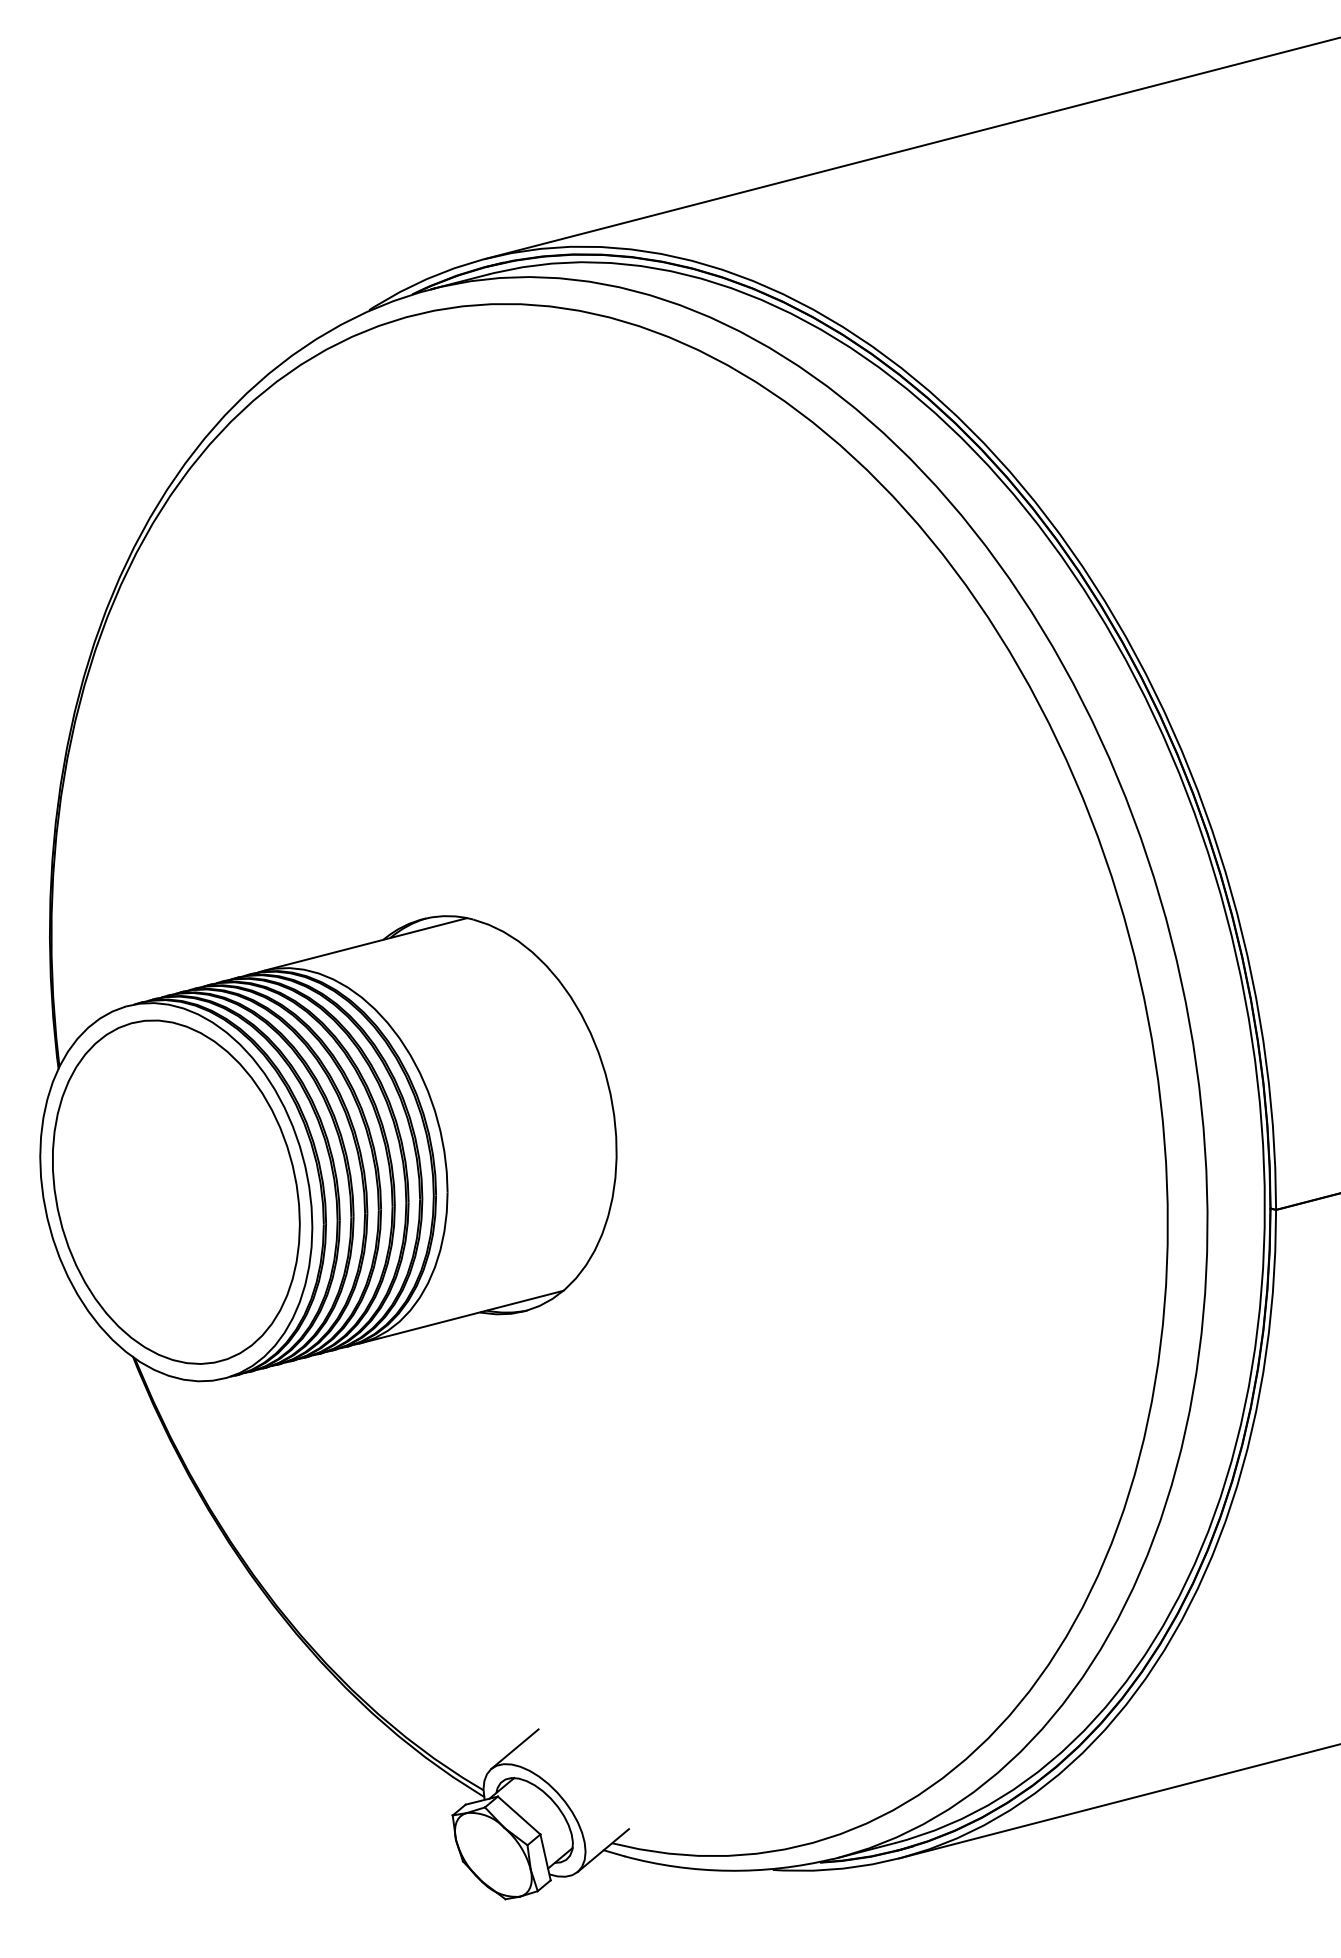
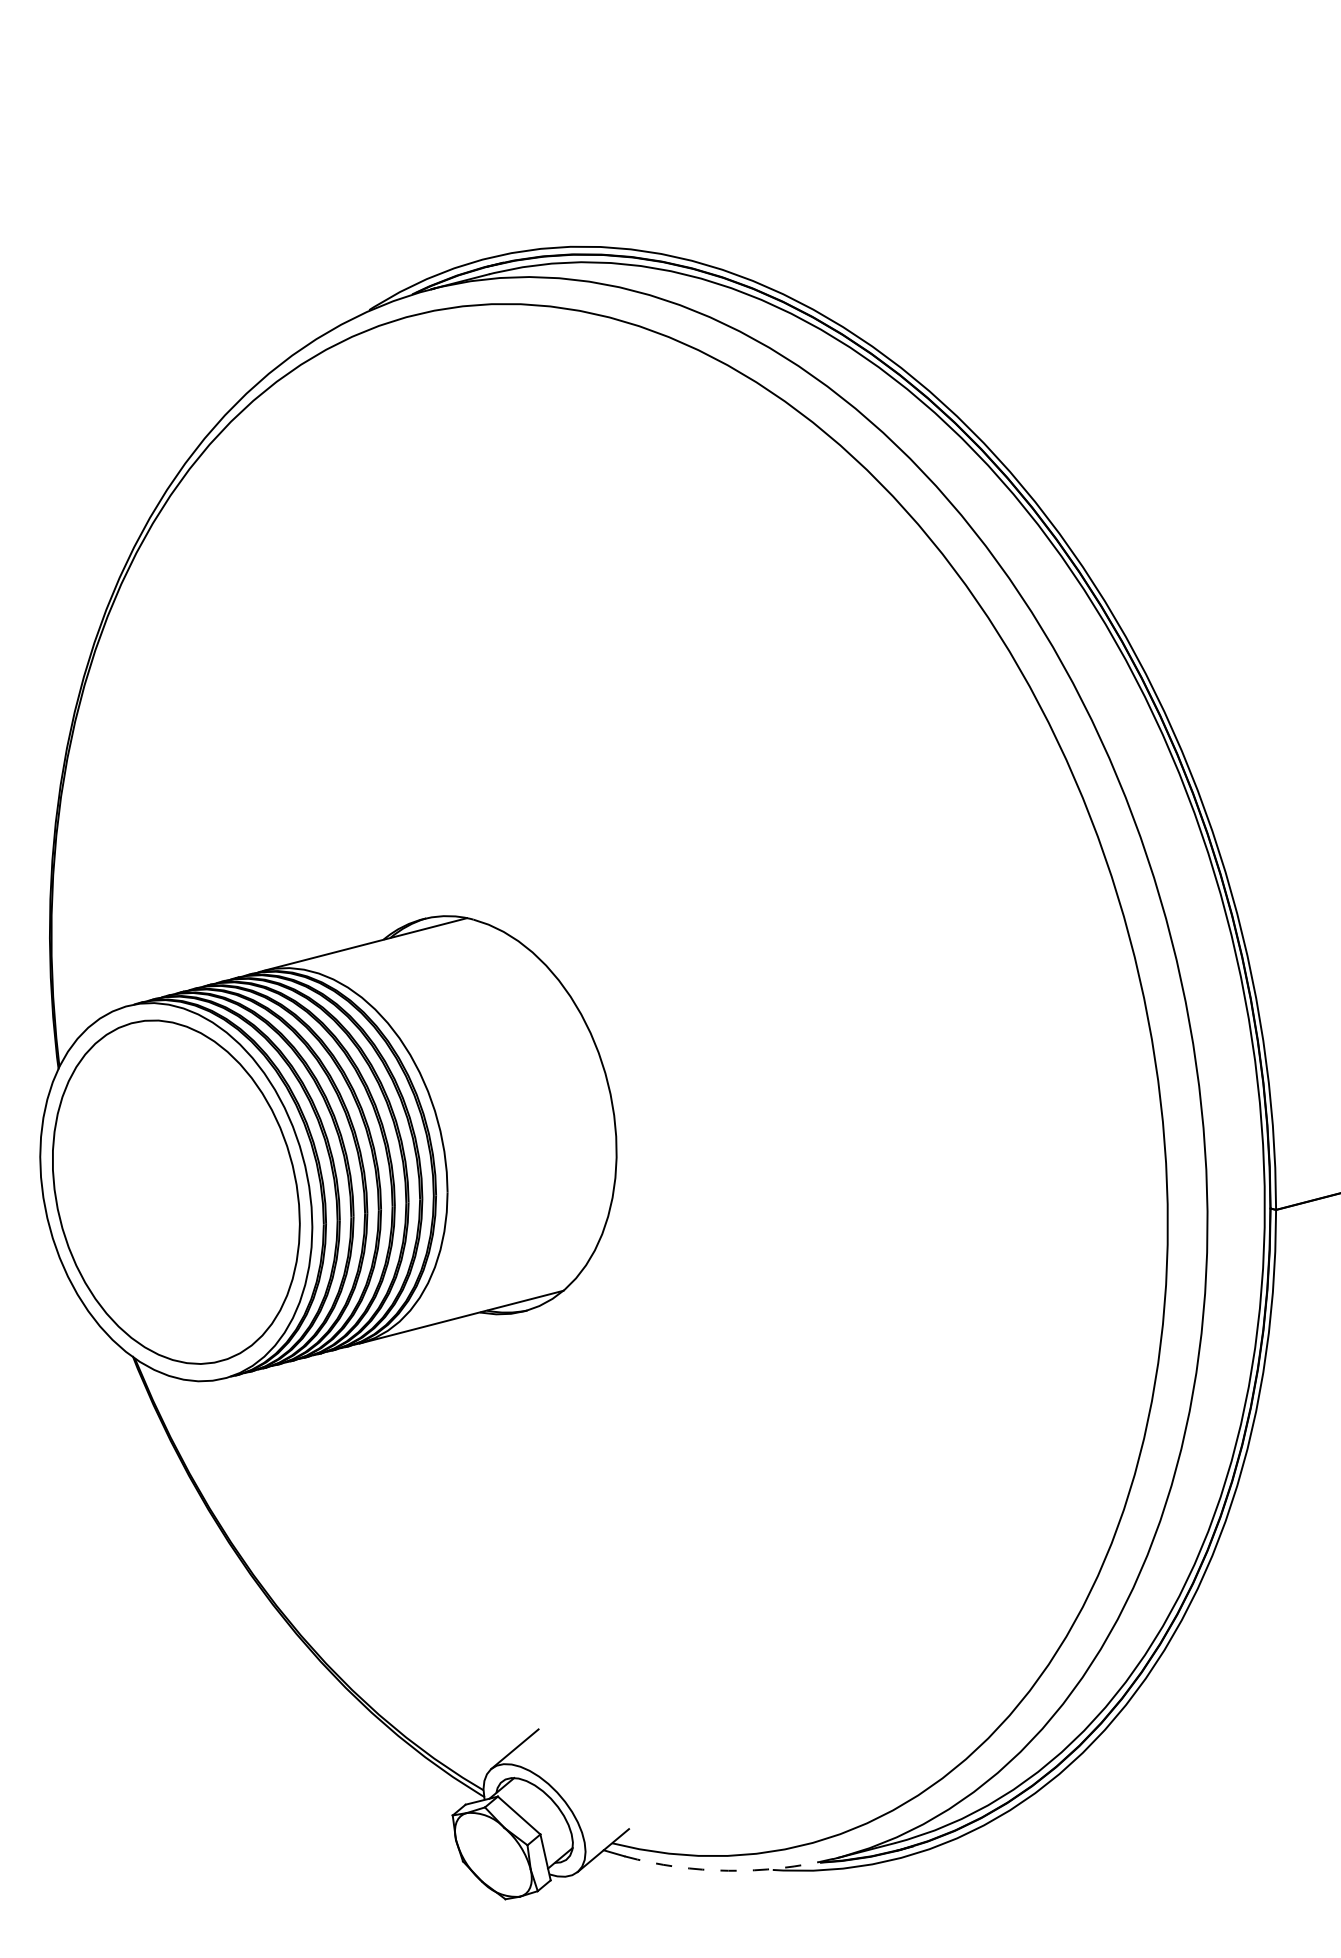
line at (910, 148): present -> none
line at (1117, 1801): present -> none
arc at (728, 1870): solid -> dashed
